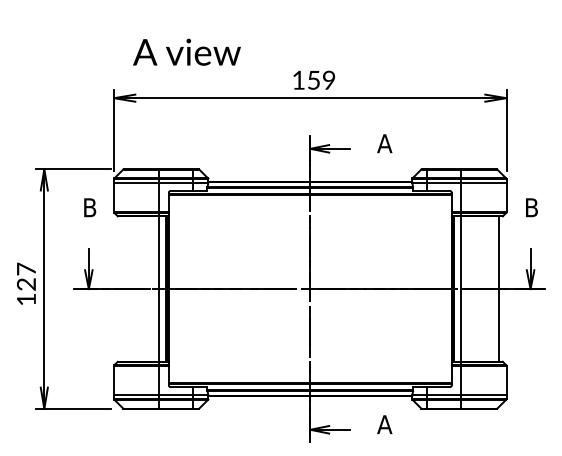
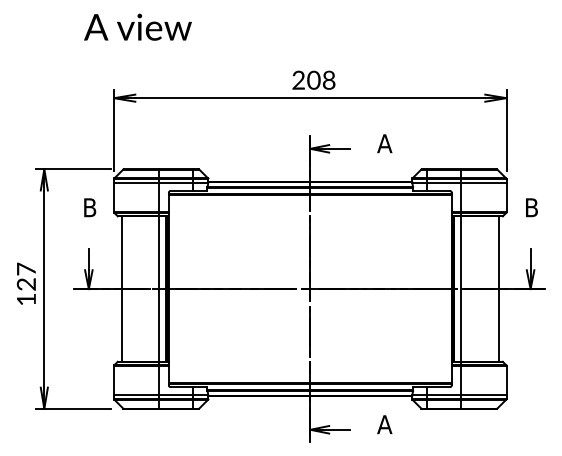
text at (186, 51) position: (186, 51) -> (137, 26)
text at (313, 79): 159 -> 208
line at (121, 288): none -> present
